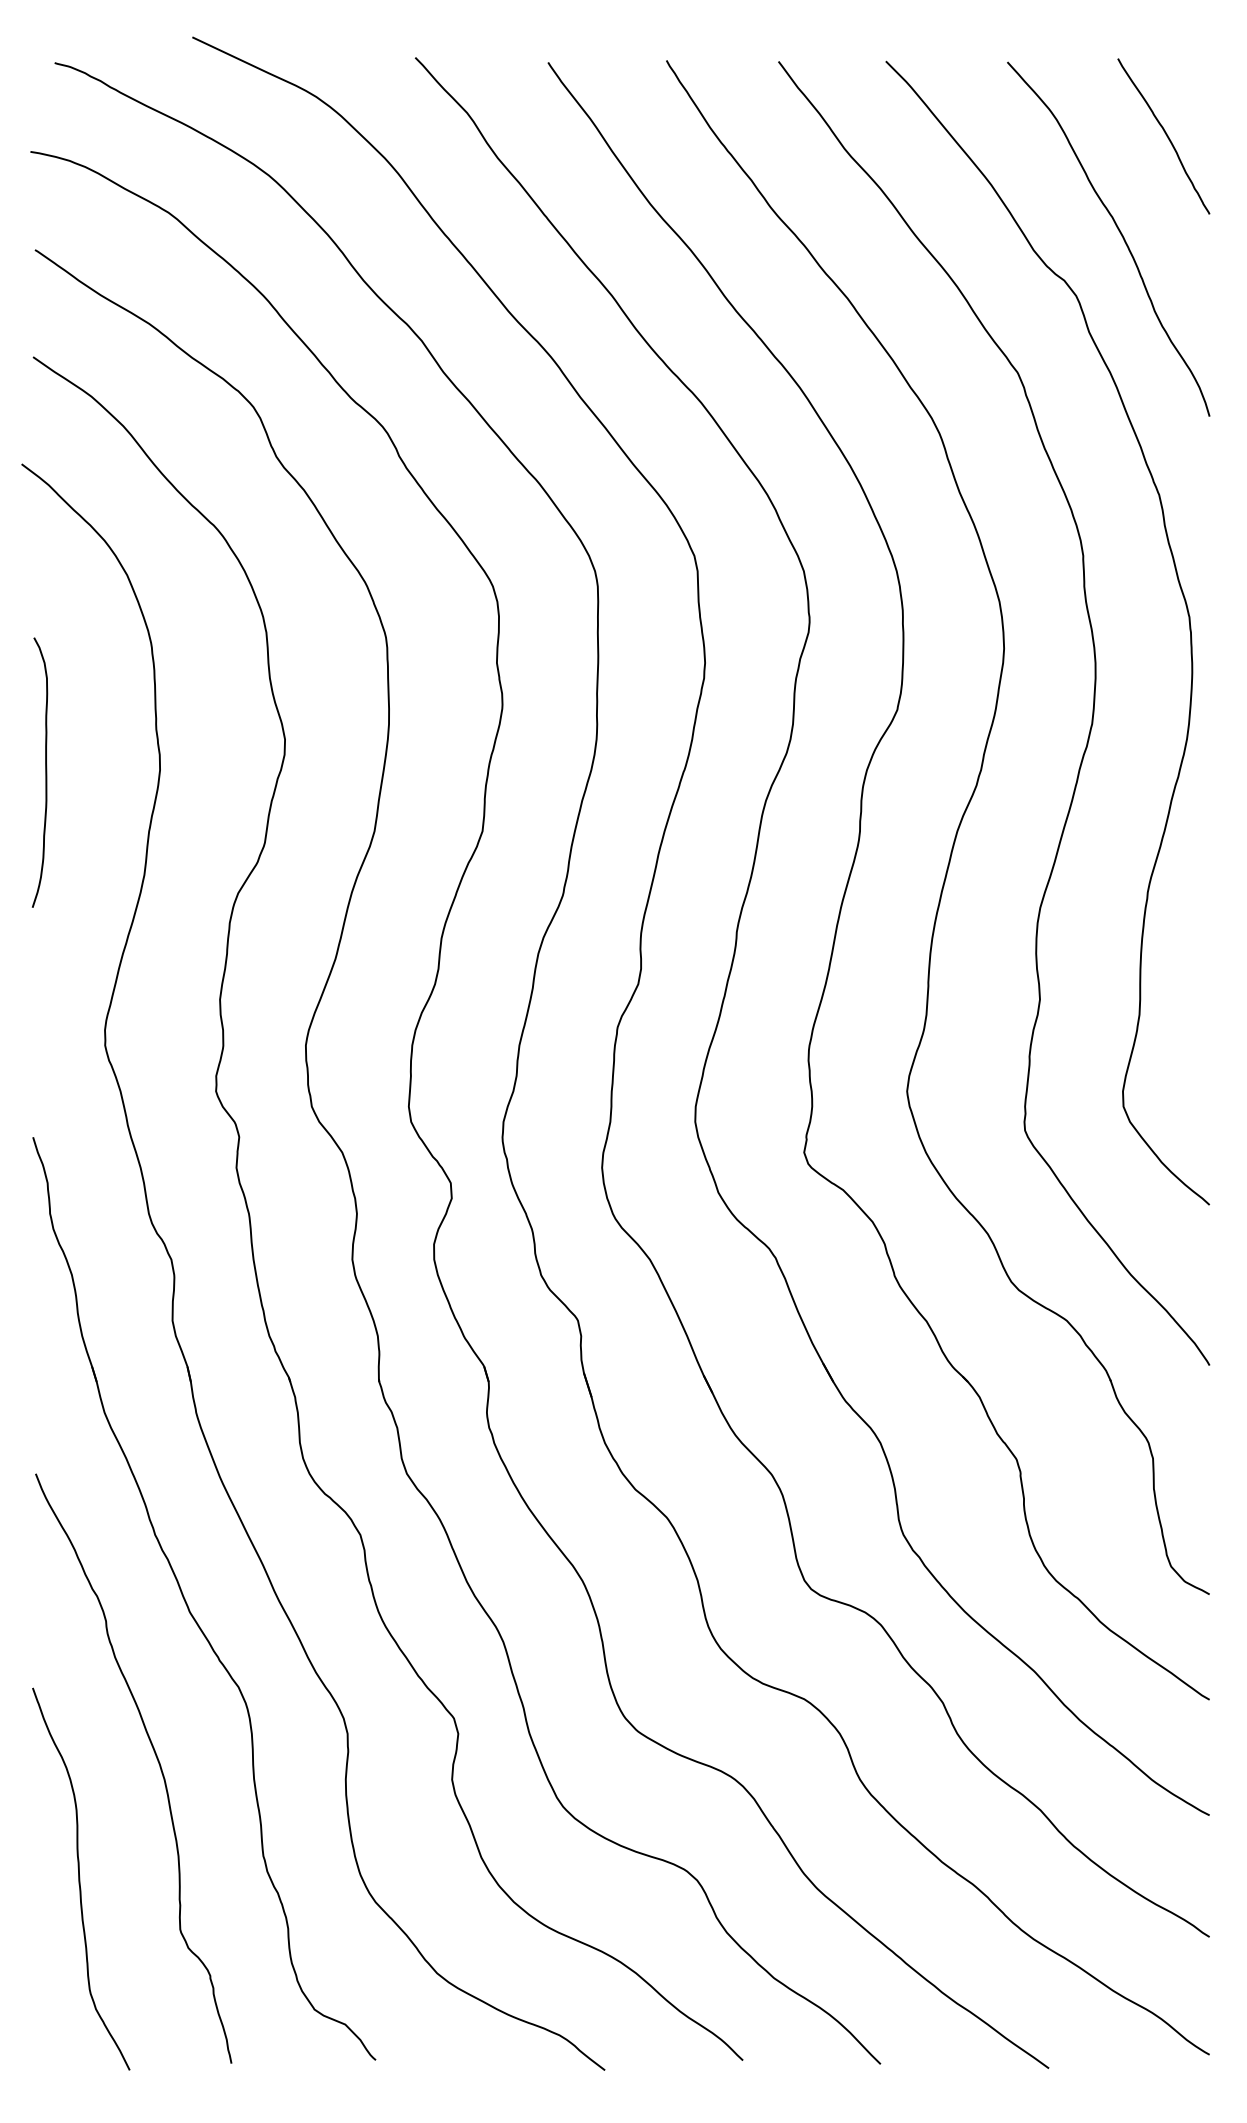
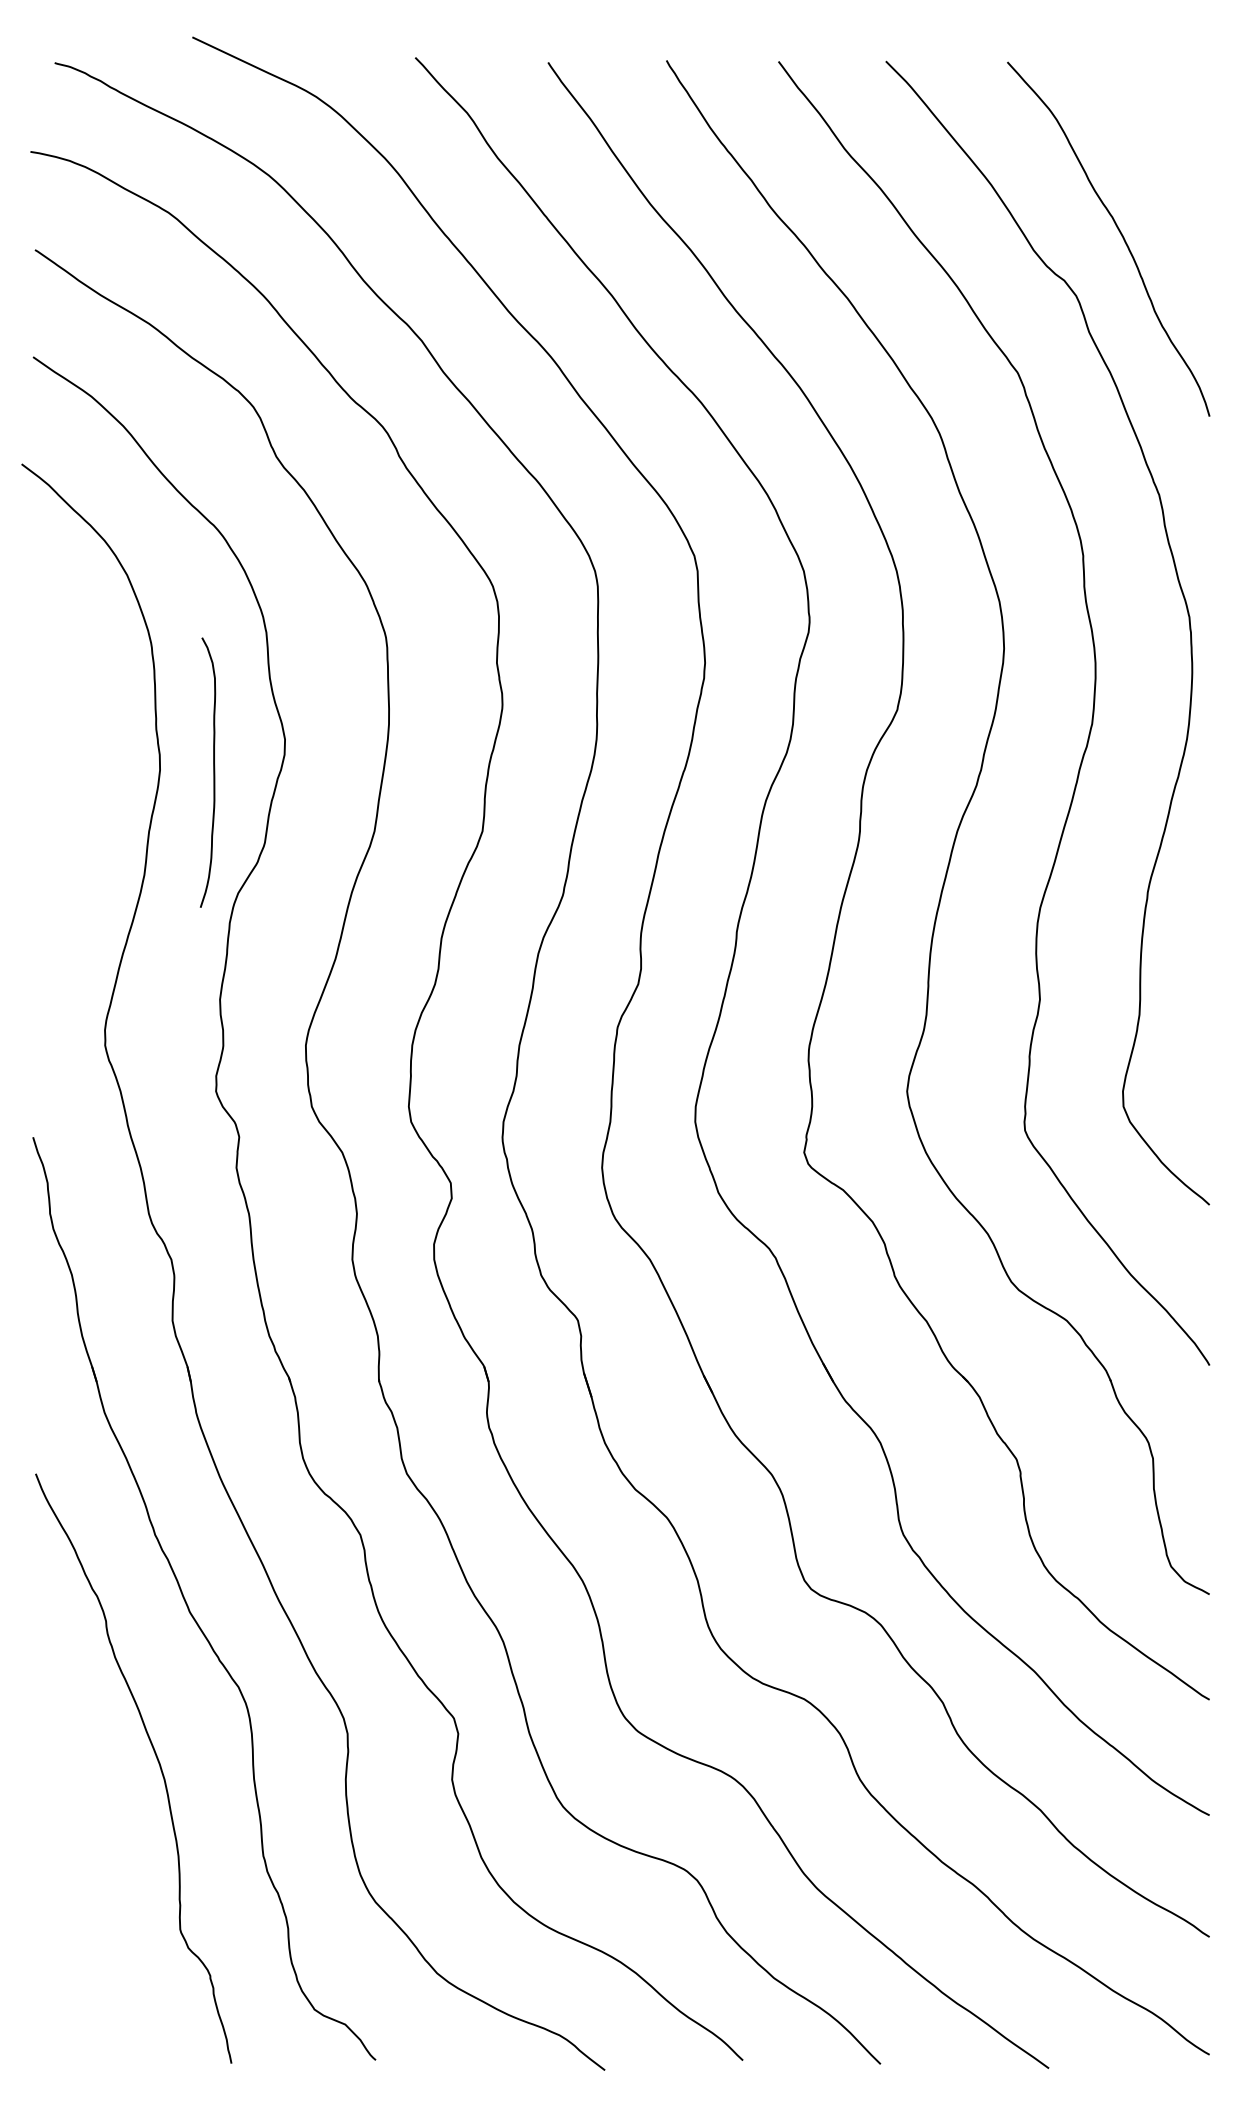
curve at (1165, 134): present -> none
curve at (45, 772) position: (45, 772) -> (213, 772)
curve at (80, 1878): present -> none
